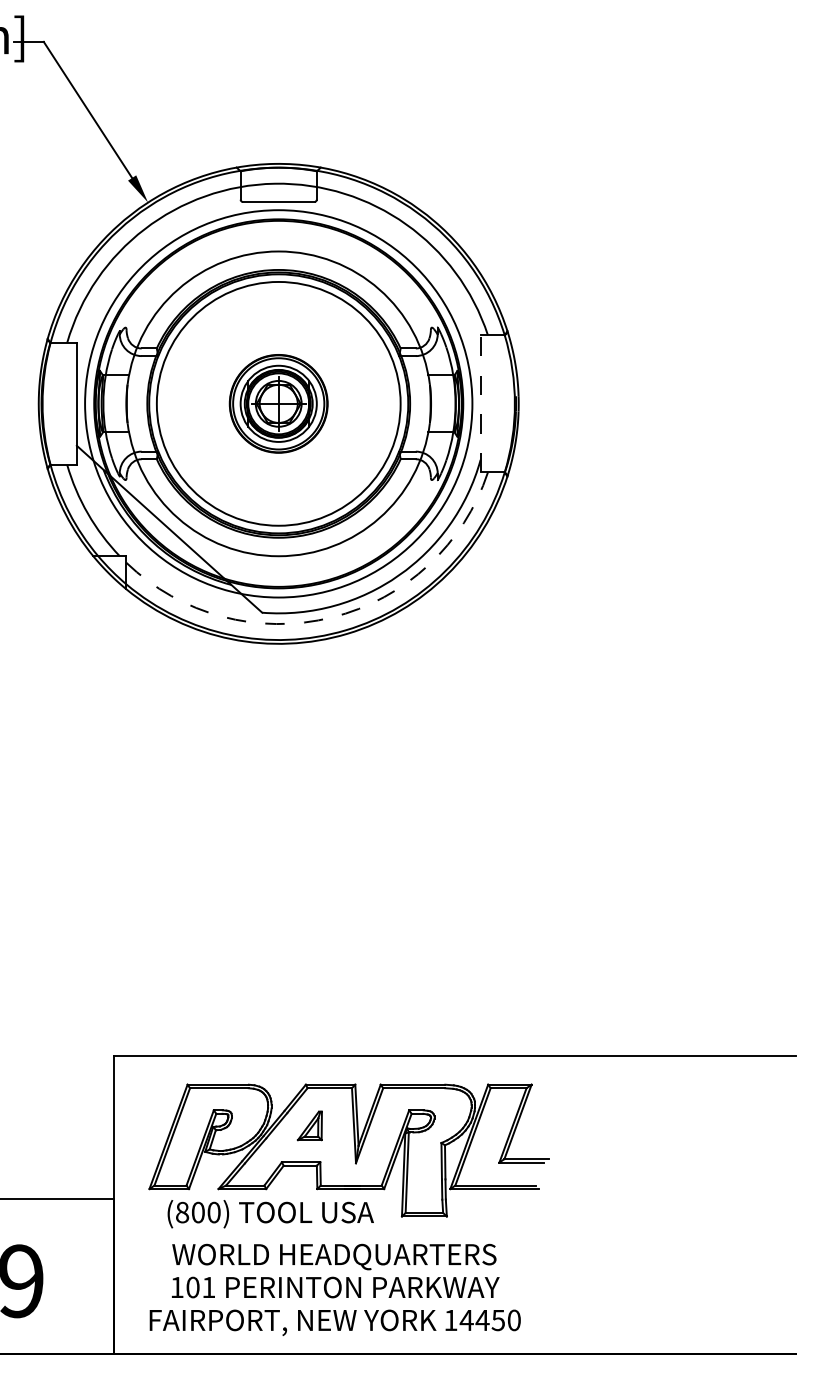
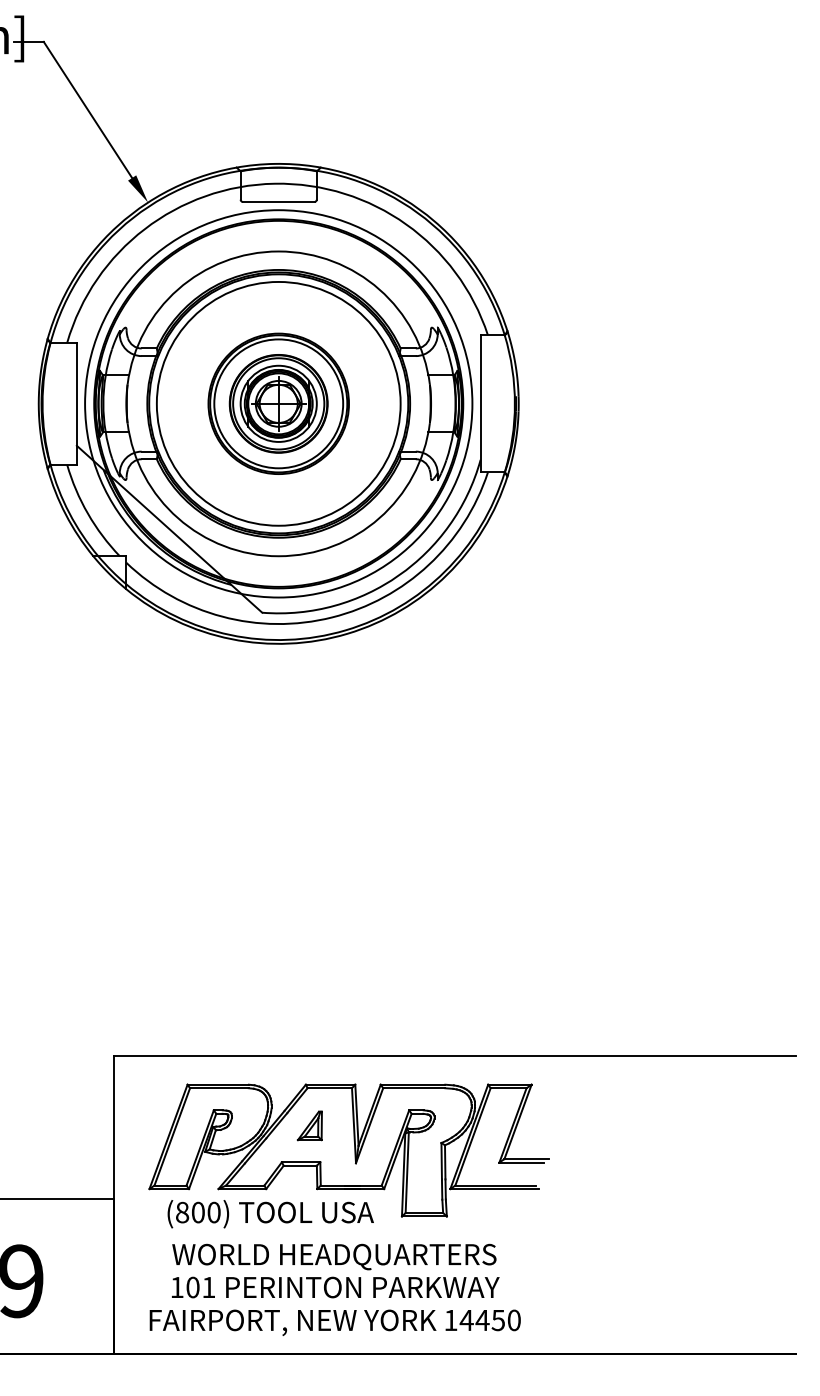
part at (278, 403): none -> present
line at (480, 403): dashed -> solid
arc at (332, 617): dashed -> solid
